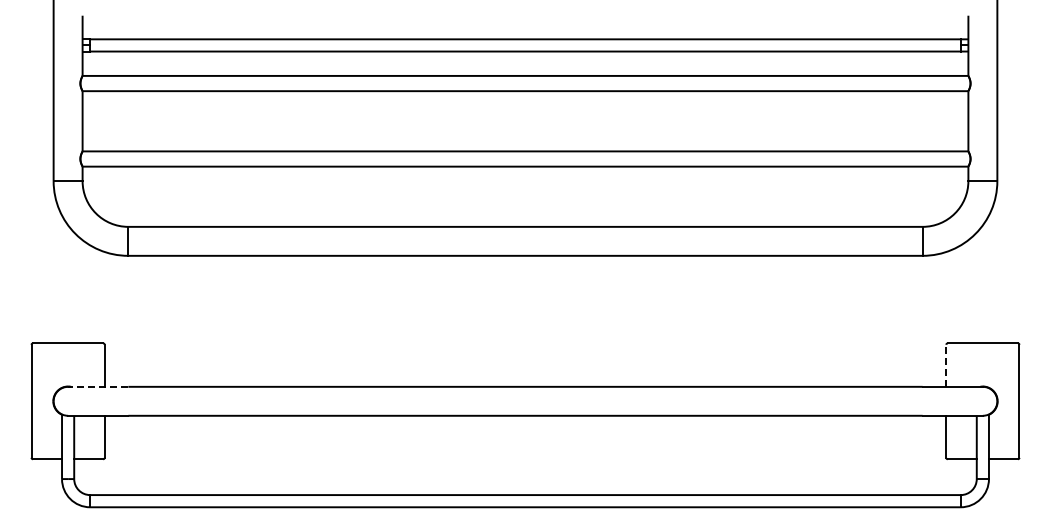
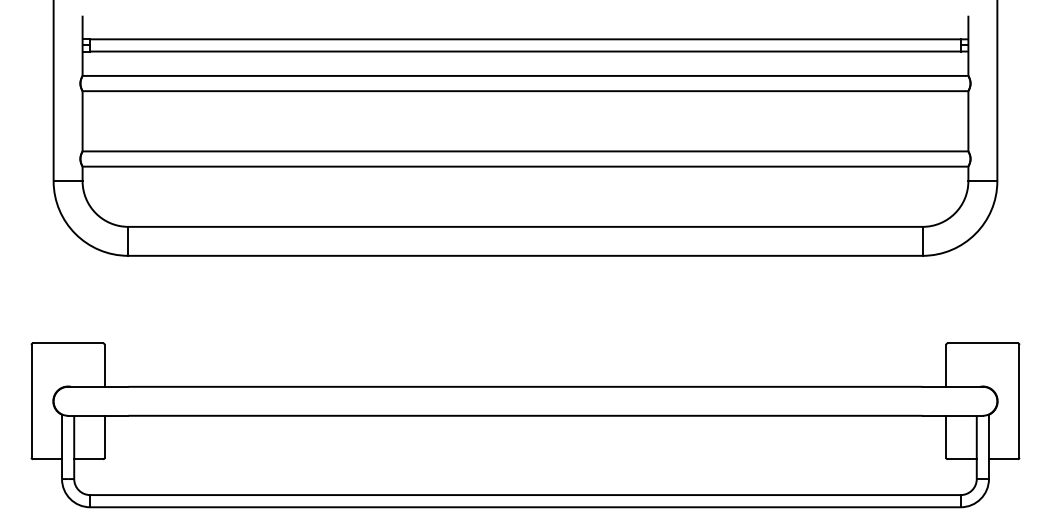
line at (946, 365): dashed -> solid
line at (97, 386): dashed -> solid
